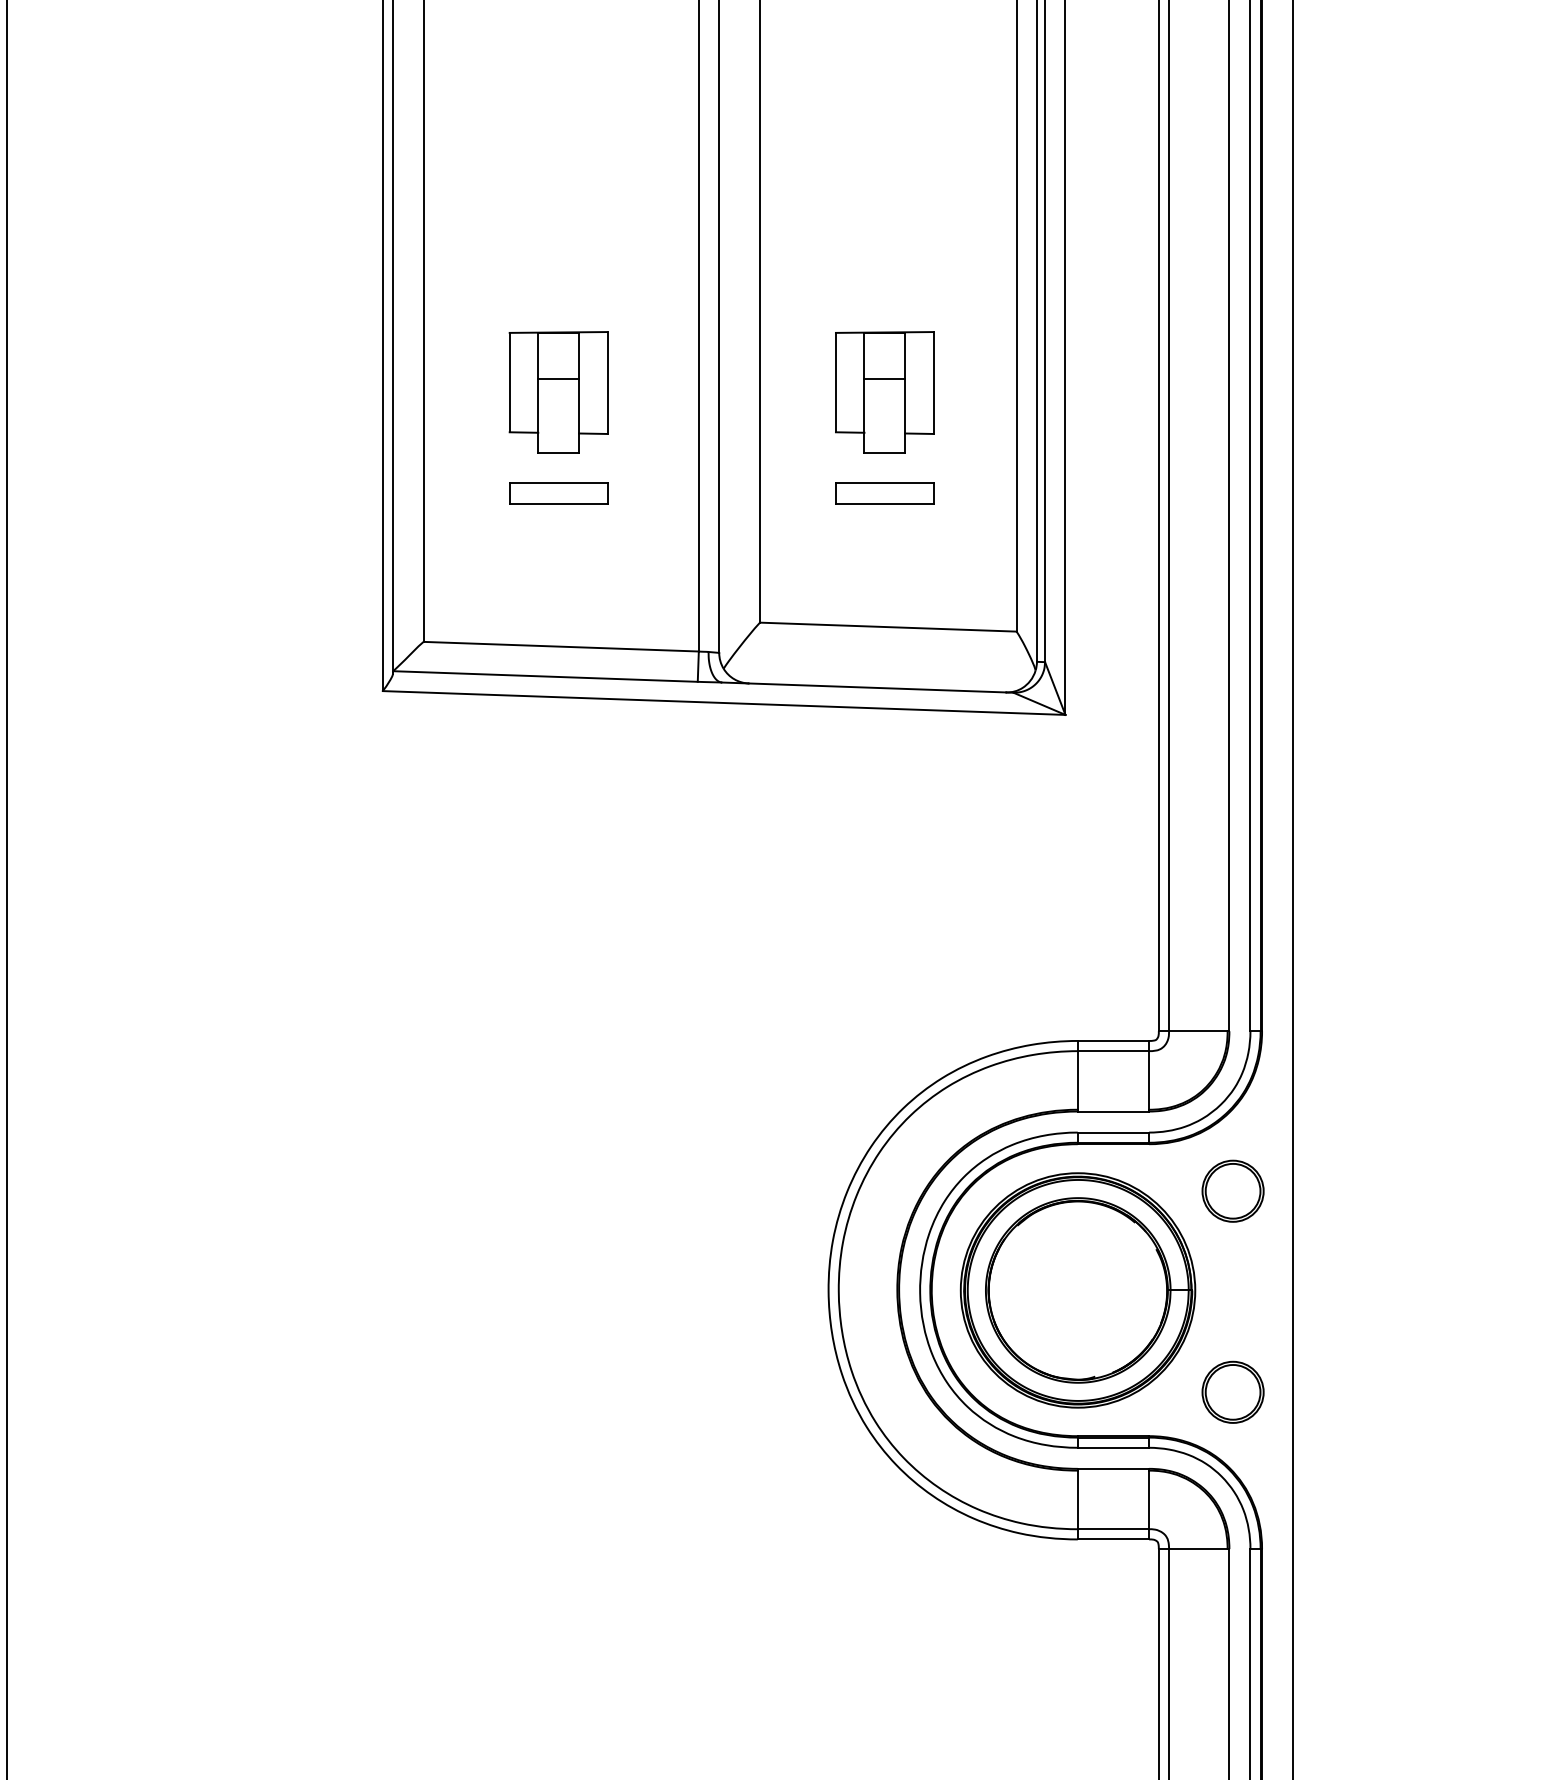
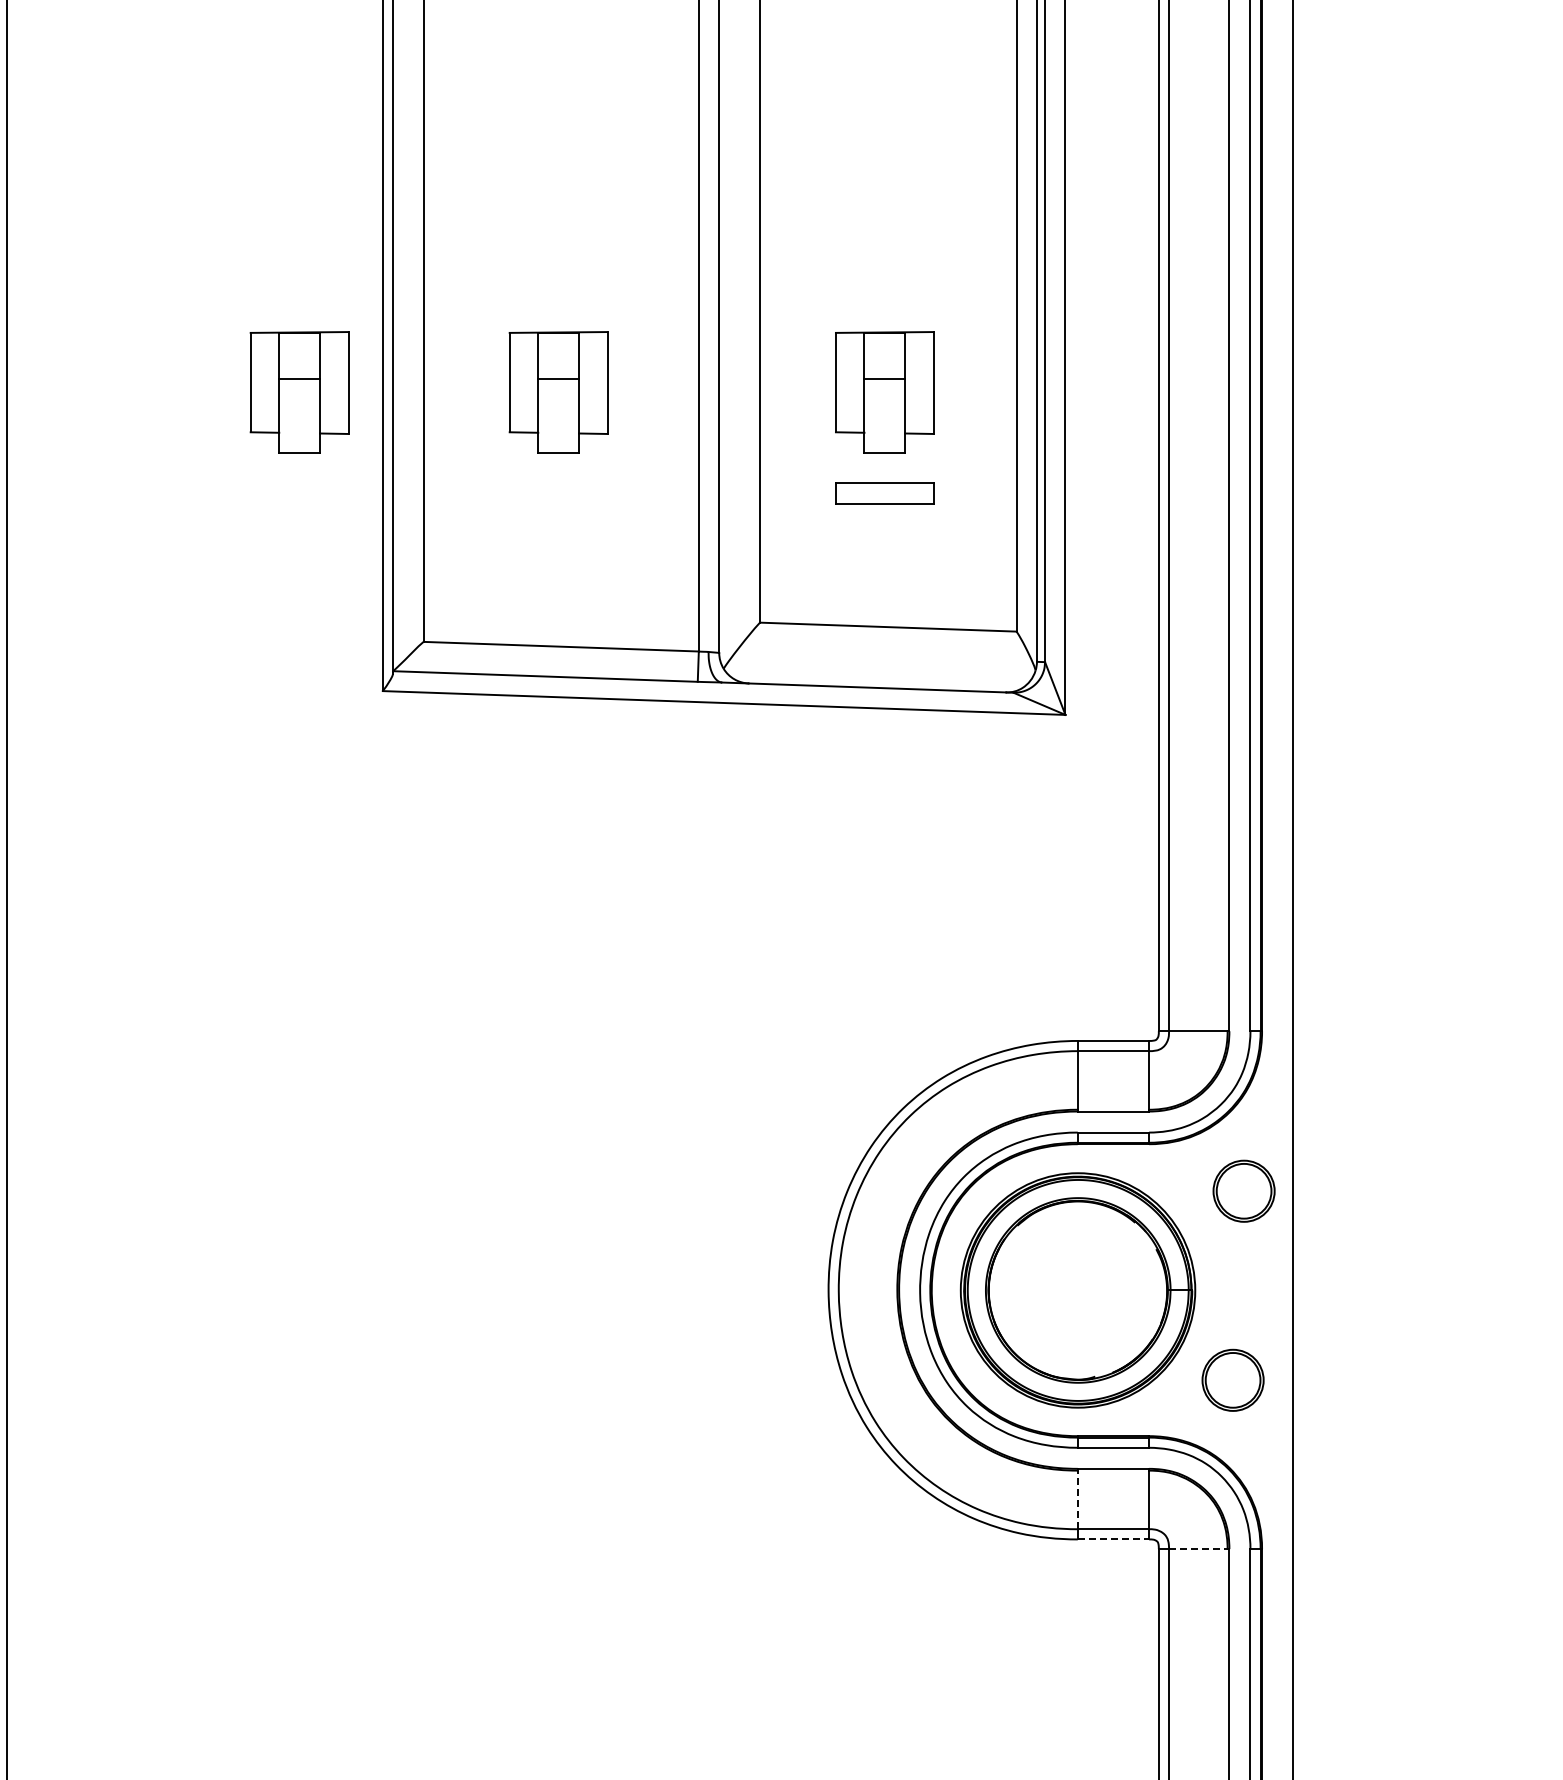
part at (299, 392): none -> present
part at (558, 493): present -> none
part at (1232, 1190) position: (1232, 1190) -> (1243, 1190)
part at (1232, 1391) position: (1232, 1391) -> (1232, 1379)
line at (1077, 1499): solid -> dashed
line at (1113, 1539): solid -> dashed
line at (1198, 1549): solid -> dashed
